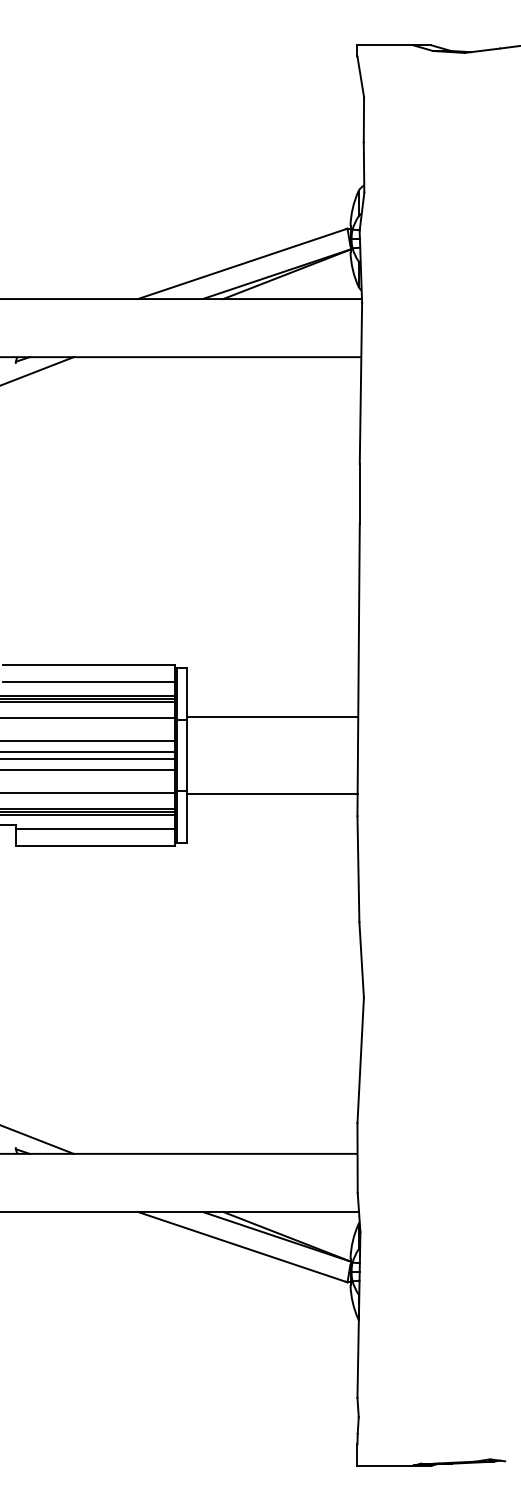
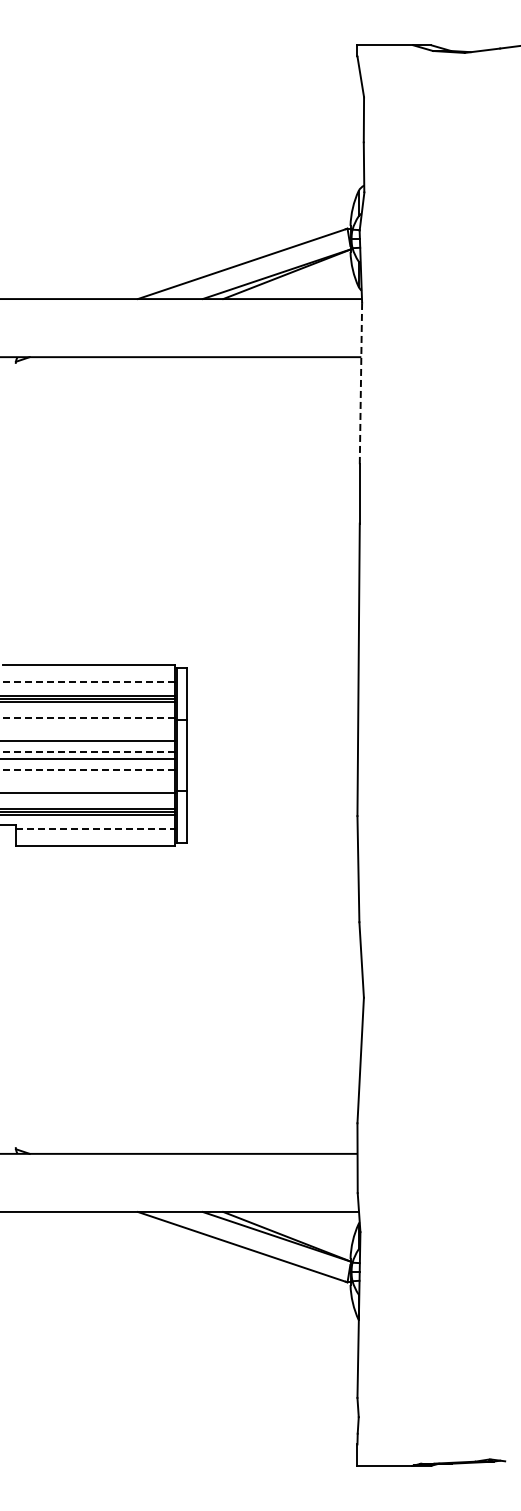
line at (37, 370): present -> none
line at (360, 383): solid -> dashed
line at (89, 681): solid -> dashed
line at (272, 716): present -> none
line at (87, 718): solid -> dashed
line at (87, 751): solid -> dashed
line at (87, 769): solid -> dashed
line at (272, 794): present -> none
line at (95, 829): solid -> dashed
line at (37, 1139): present -> none
